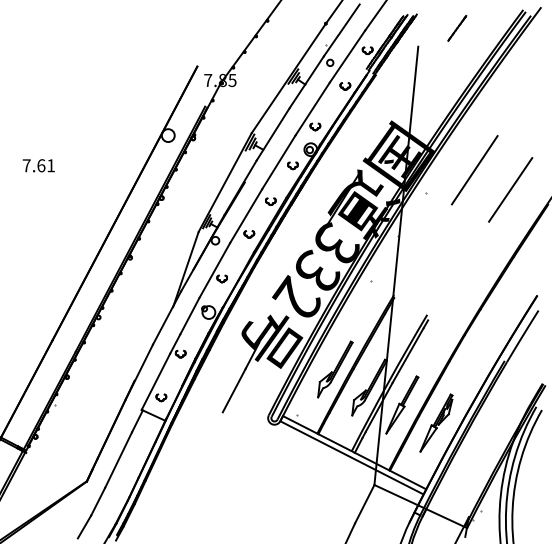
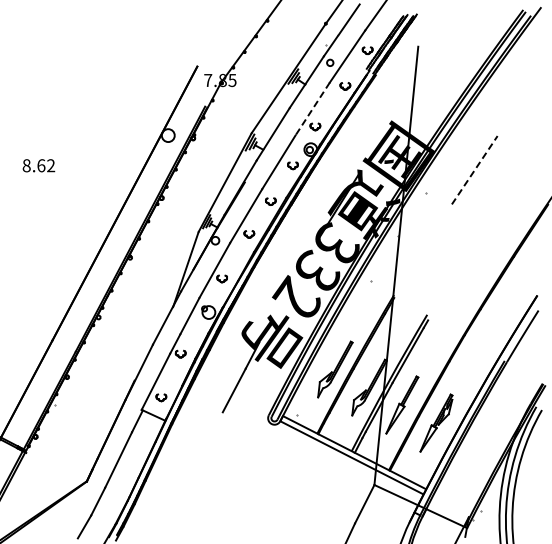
line at (457, 28): present -> none
line at (312, 109): solid -> dashed
text at (38, 165): 7.61 -> 8.62
line at (475, 169): solid -> dashed
line at (510, 189): present -> none
